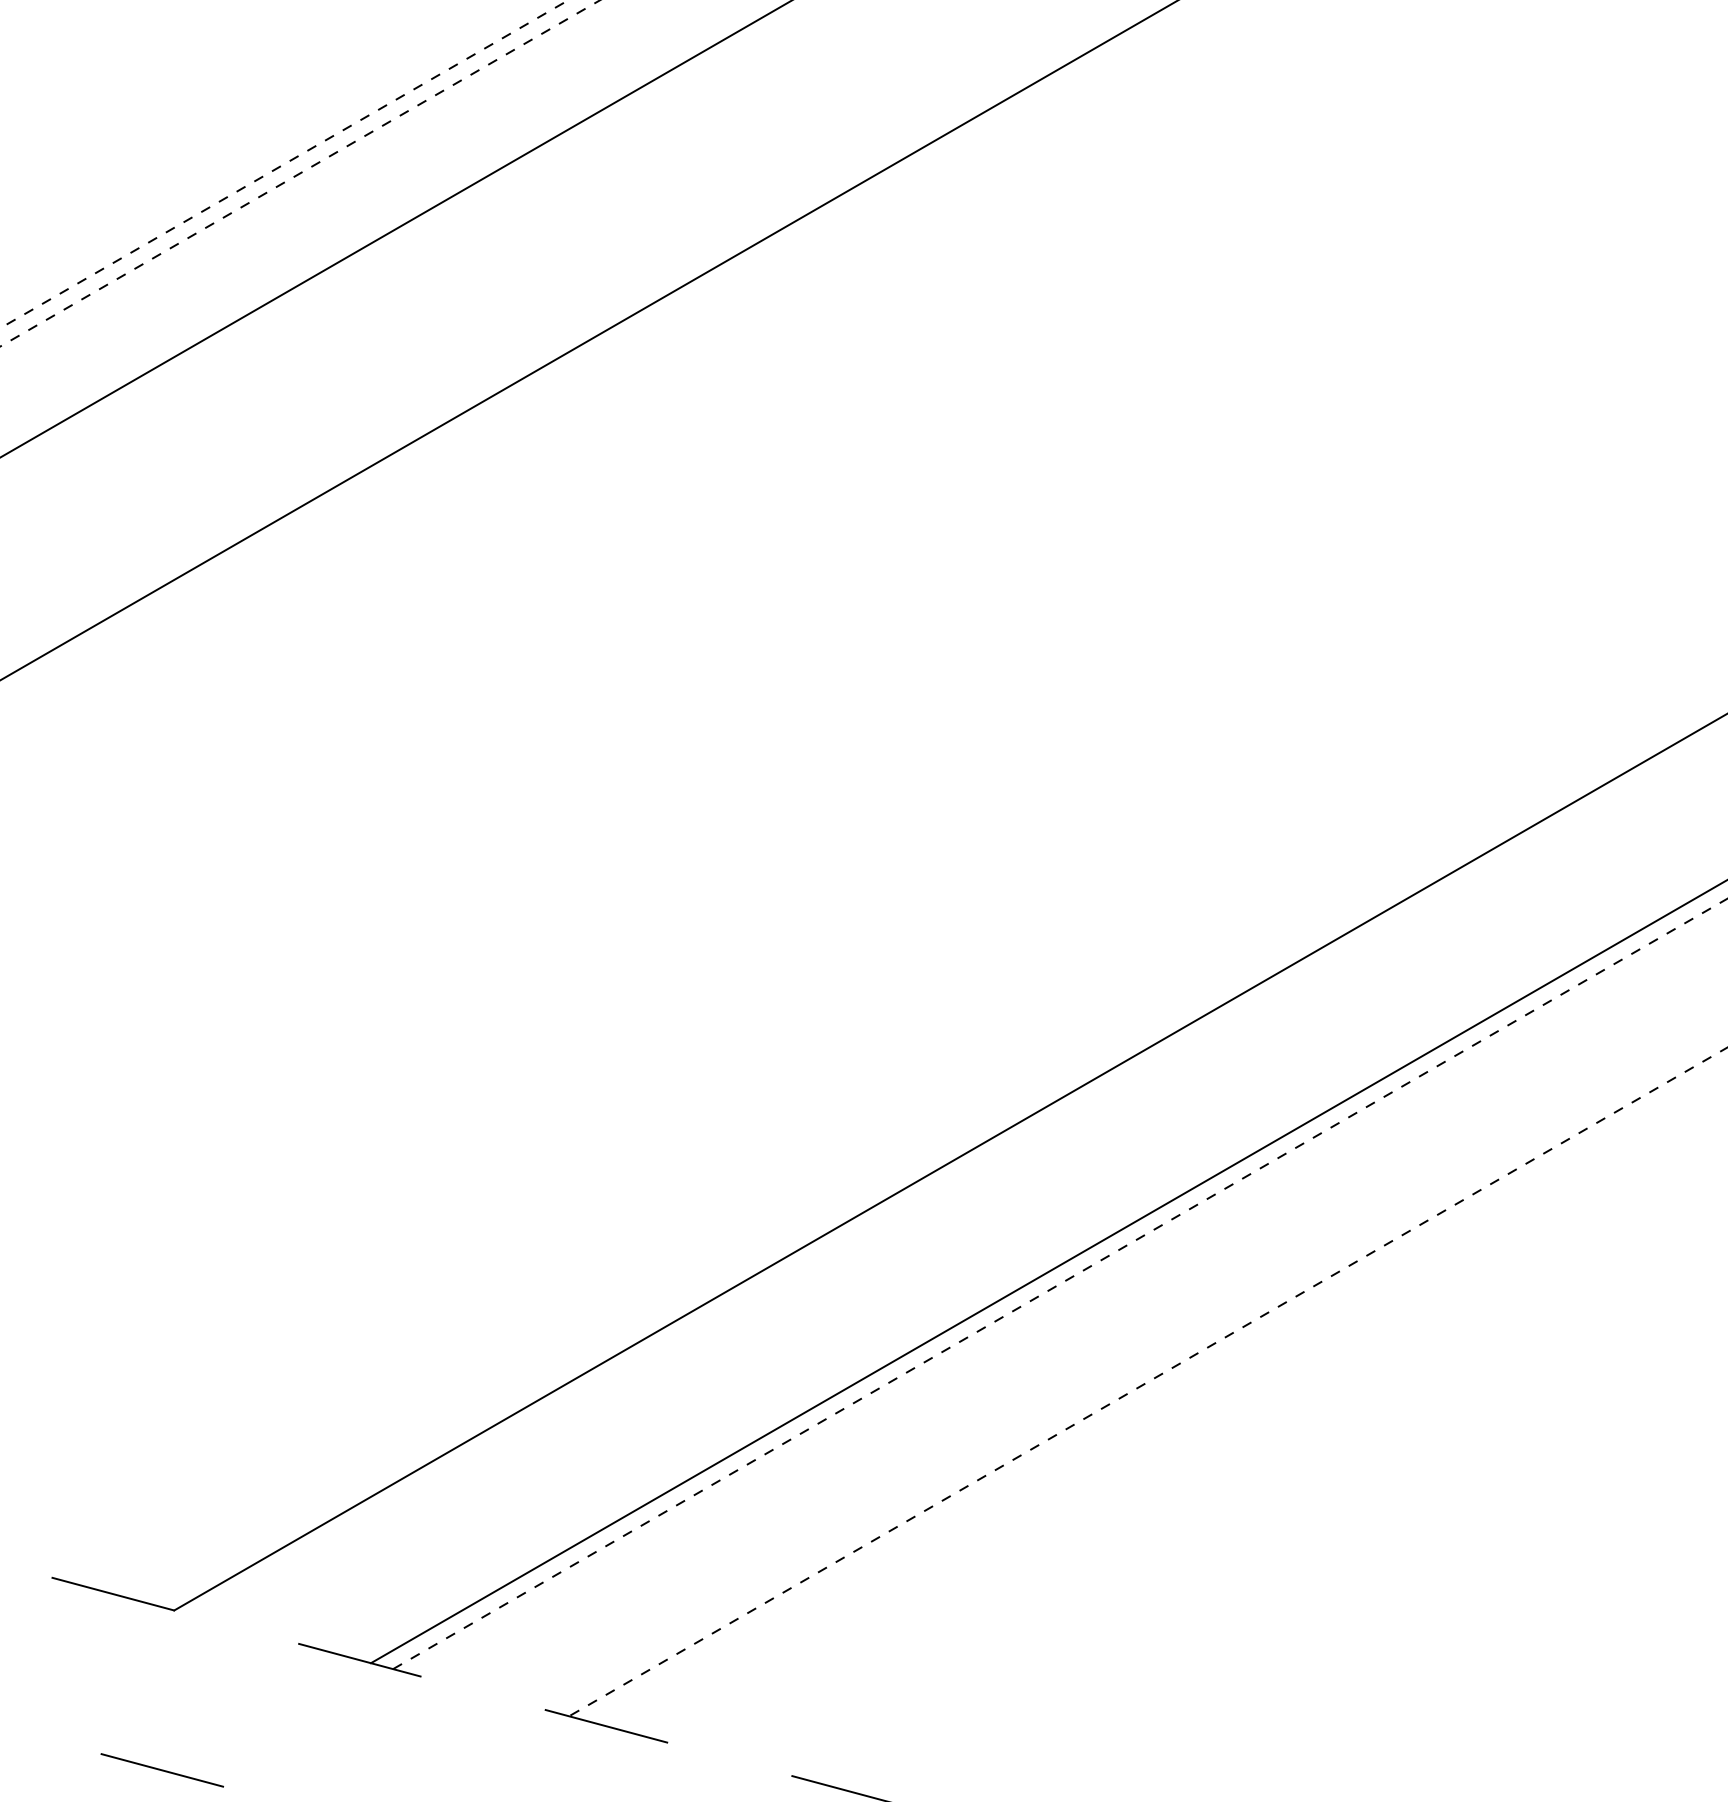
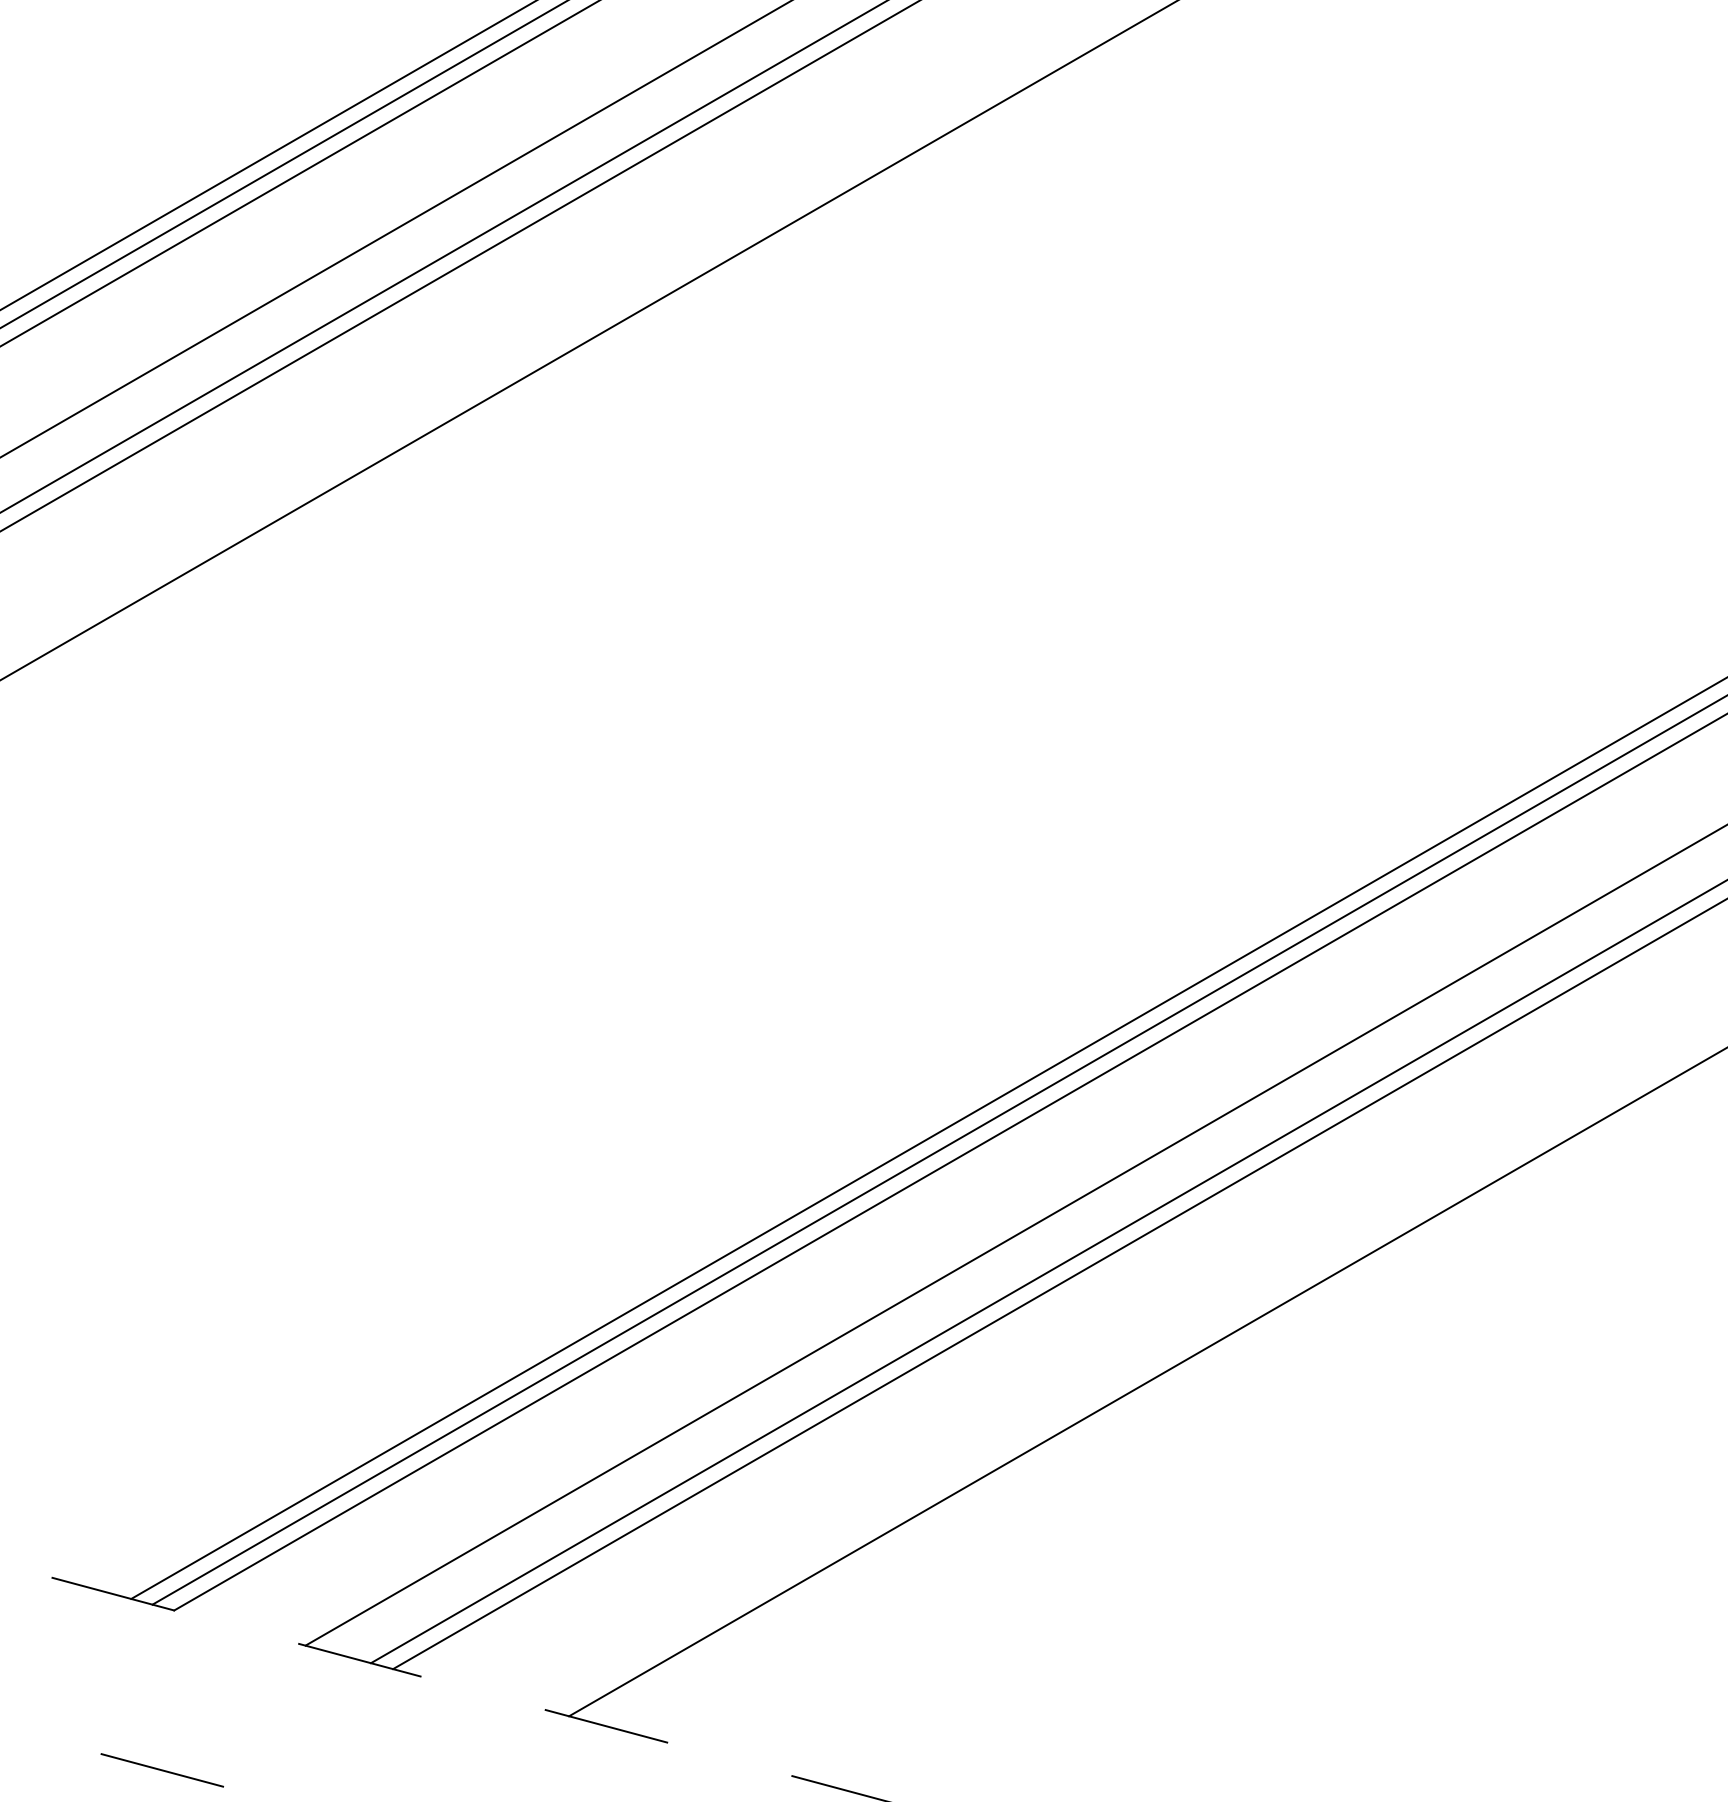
line at (267, 155): none -> present
line at (284, 163): dashed -> solid
line at (300, 173): dashed -> solid
line at (443, 256): none -> present
line at (459, 266): none -> present
line at (927, 1138): none -> present
line at (938, 1150): none -> present
line at (1014, 1235): none -> present
line at (1060, 1283): dashed -> solid
line at (1148, 1381): dashed -> solid
